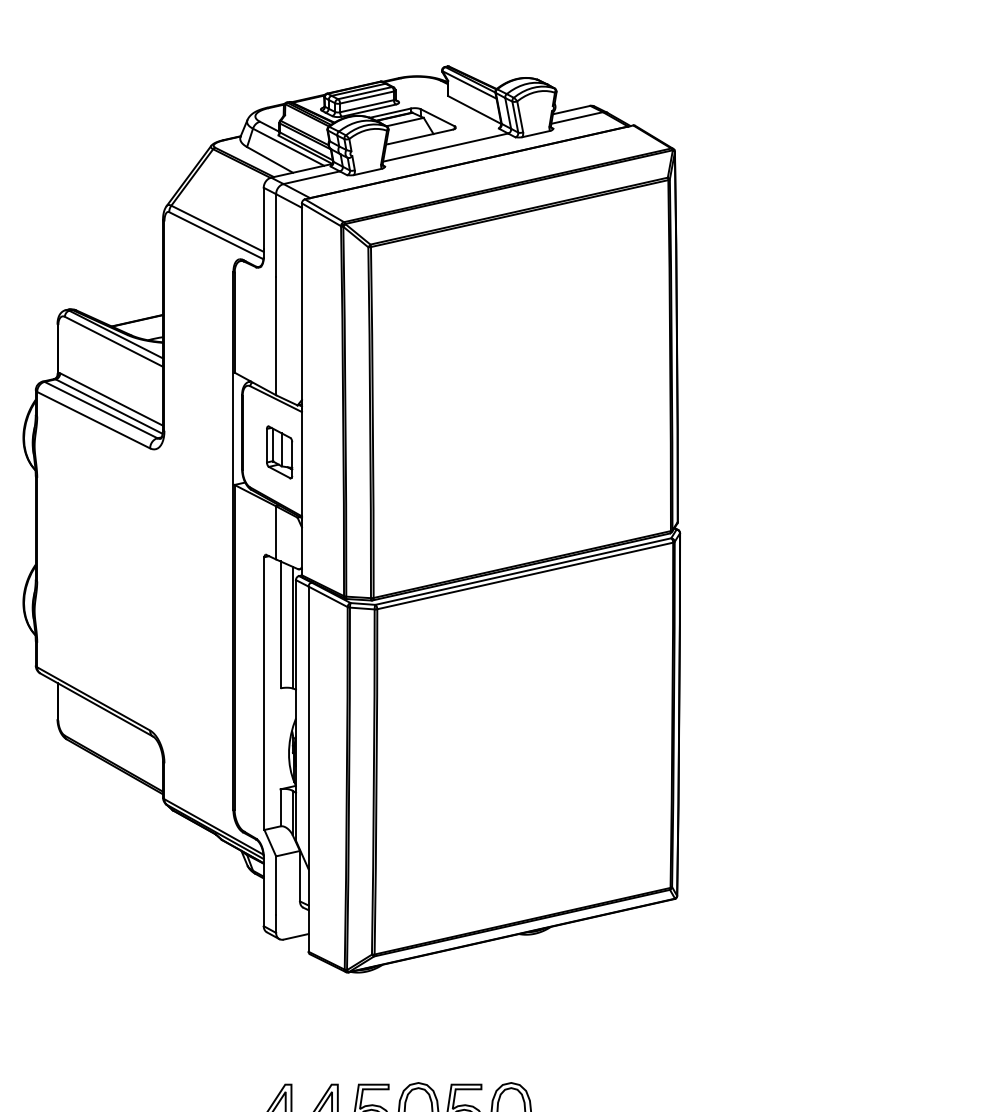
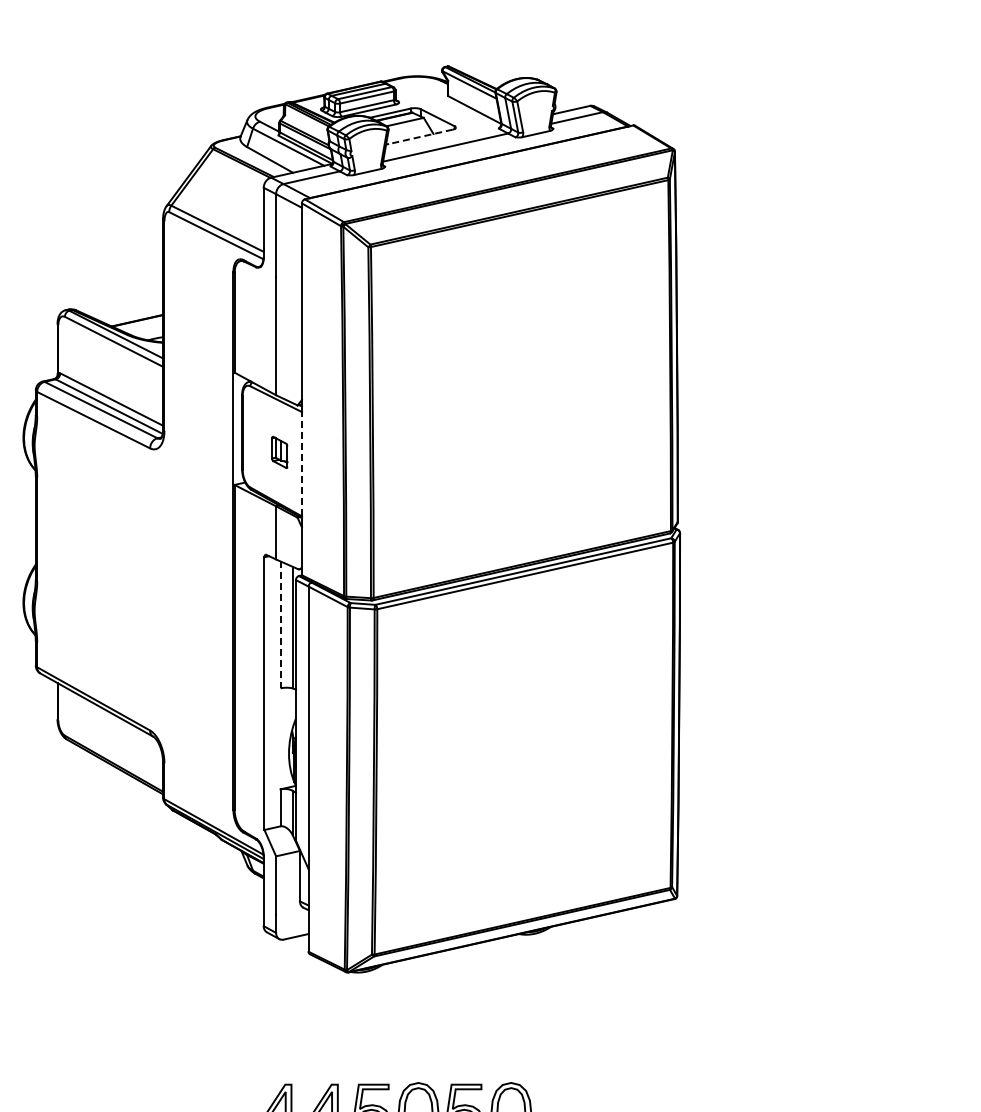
line at (420, 136): solid -> dashed
part at (279, 452) size: 28x55 px -> 18x34 px
line at (301, 463): solid -> dashed
line at (280, 625): solid -> dashed
